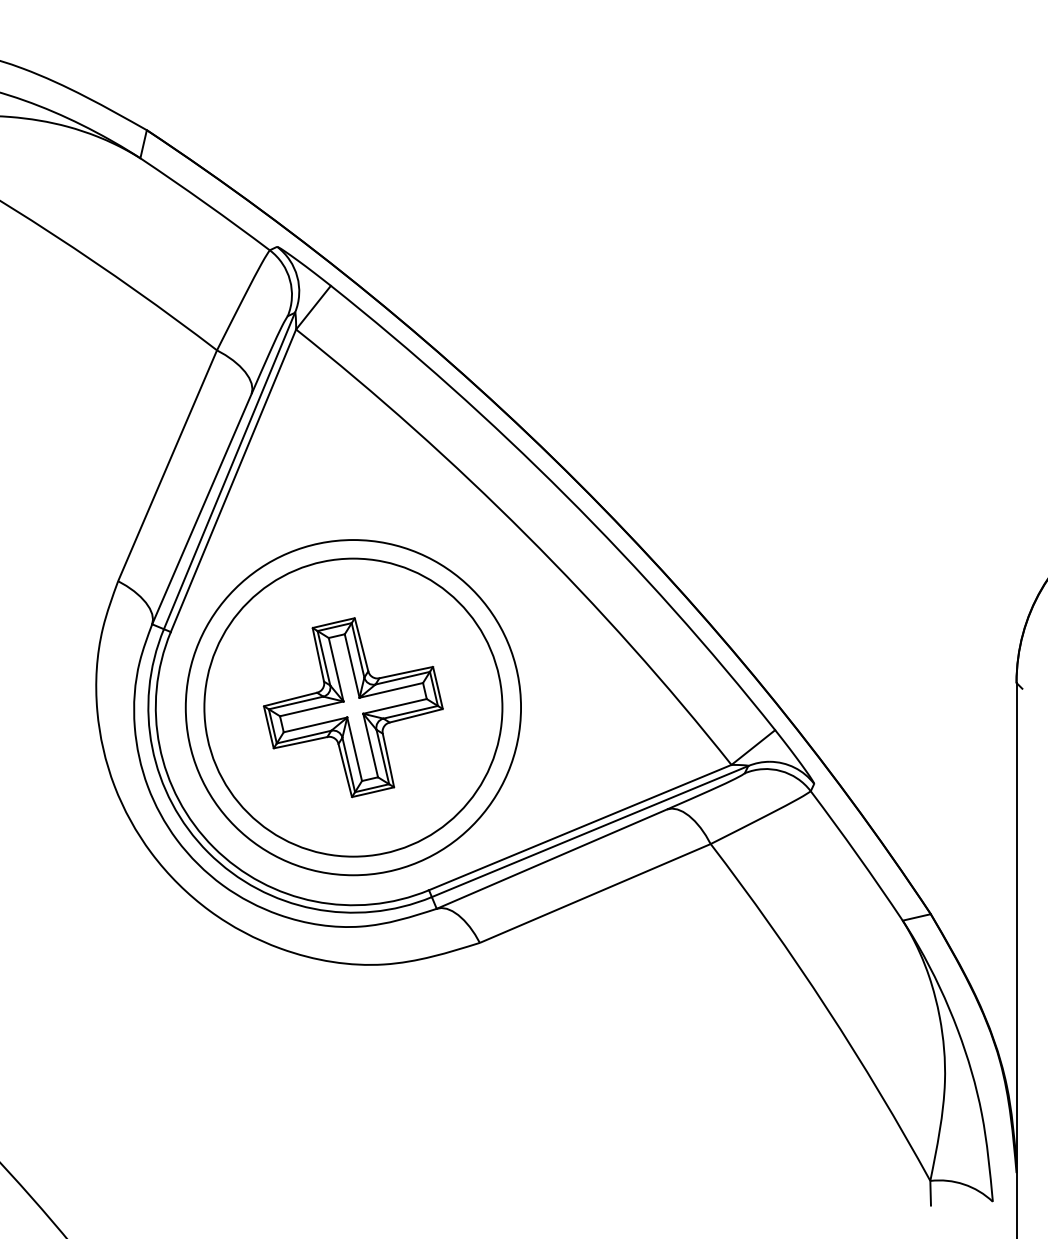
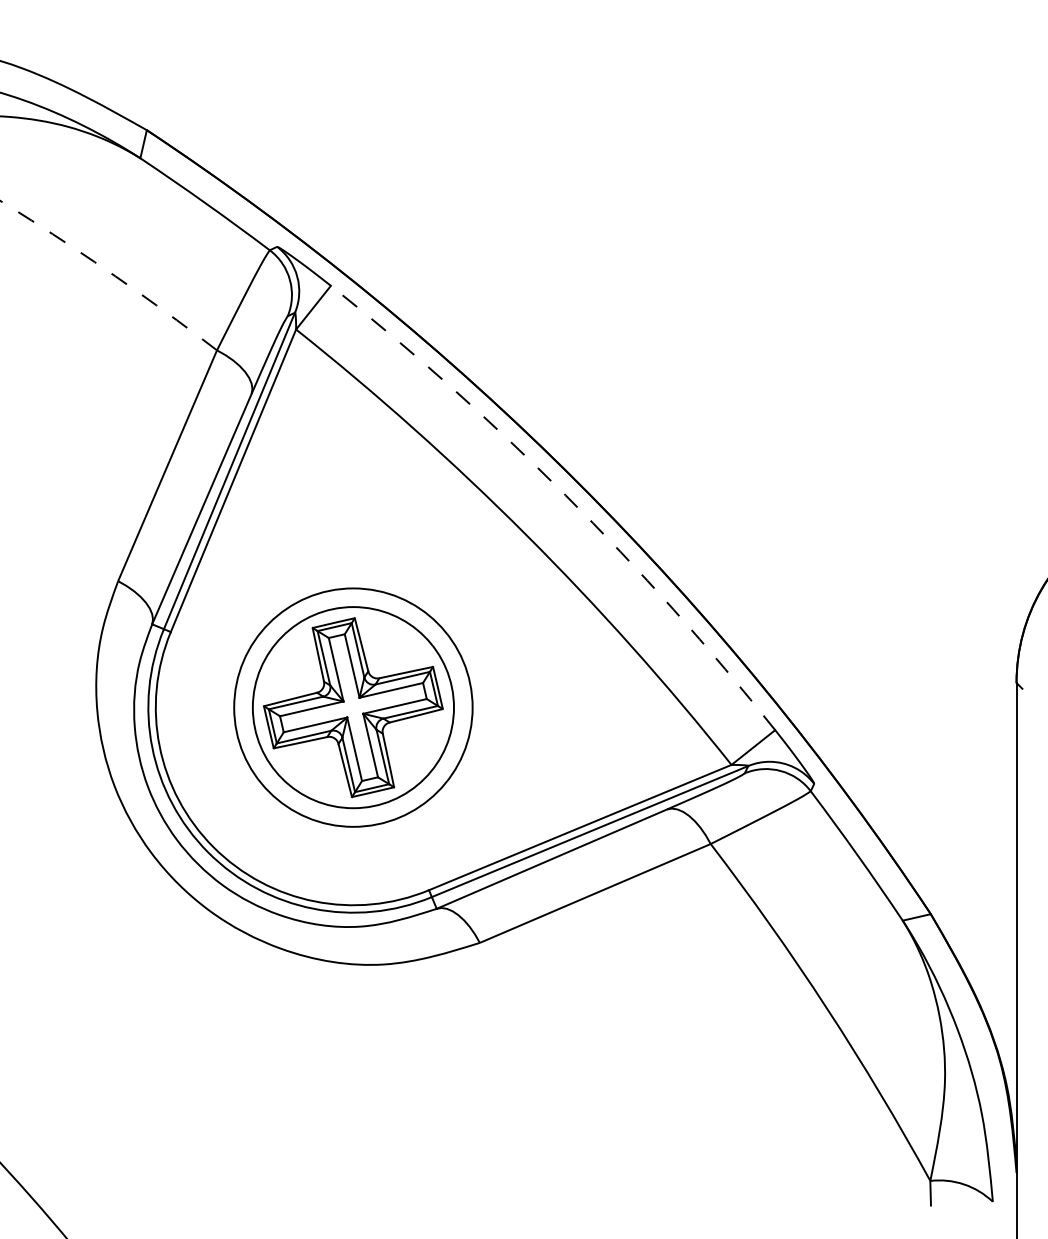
arc at (110, 272): solid -> dashed
arc at (565, 495): solid -> dashed
circle at (353, 707) diameter: 298 px -> 238 px
circle at (353, 707) diameter: 335 px -> 201 px
